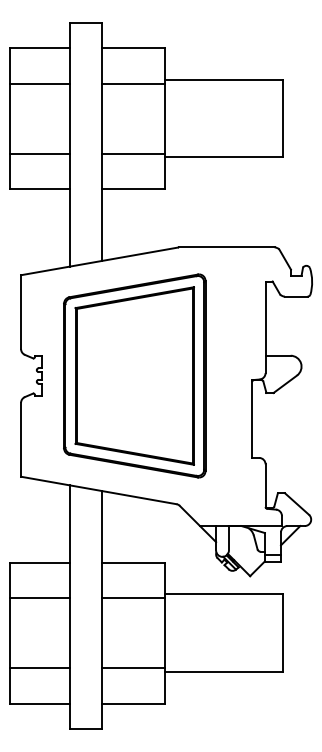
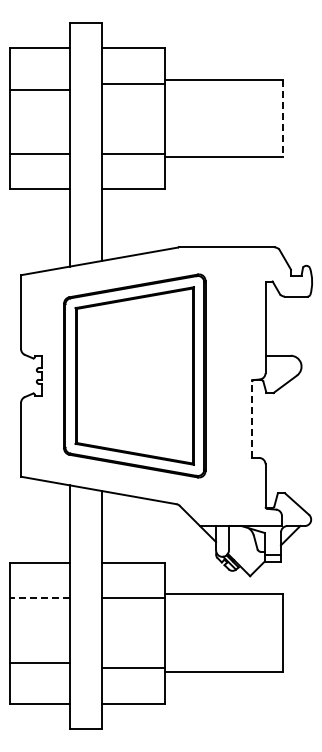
line at (39, 83) position: (39, 83) -> (39, 89)
line at (282, 118): solid -> dashed
line at (252, 419): solid -> dashed
line at (39, 597): solid -> dashed
line at (39, 668) position: (39, 668) -> (39, 663)
